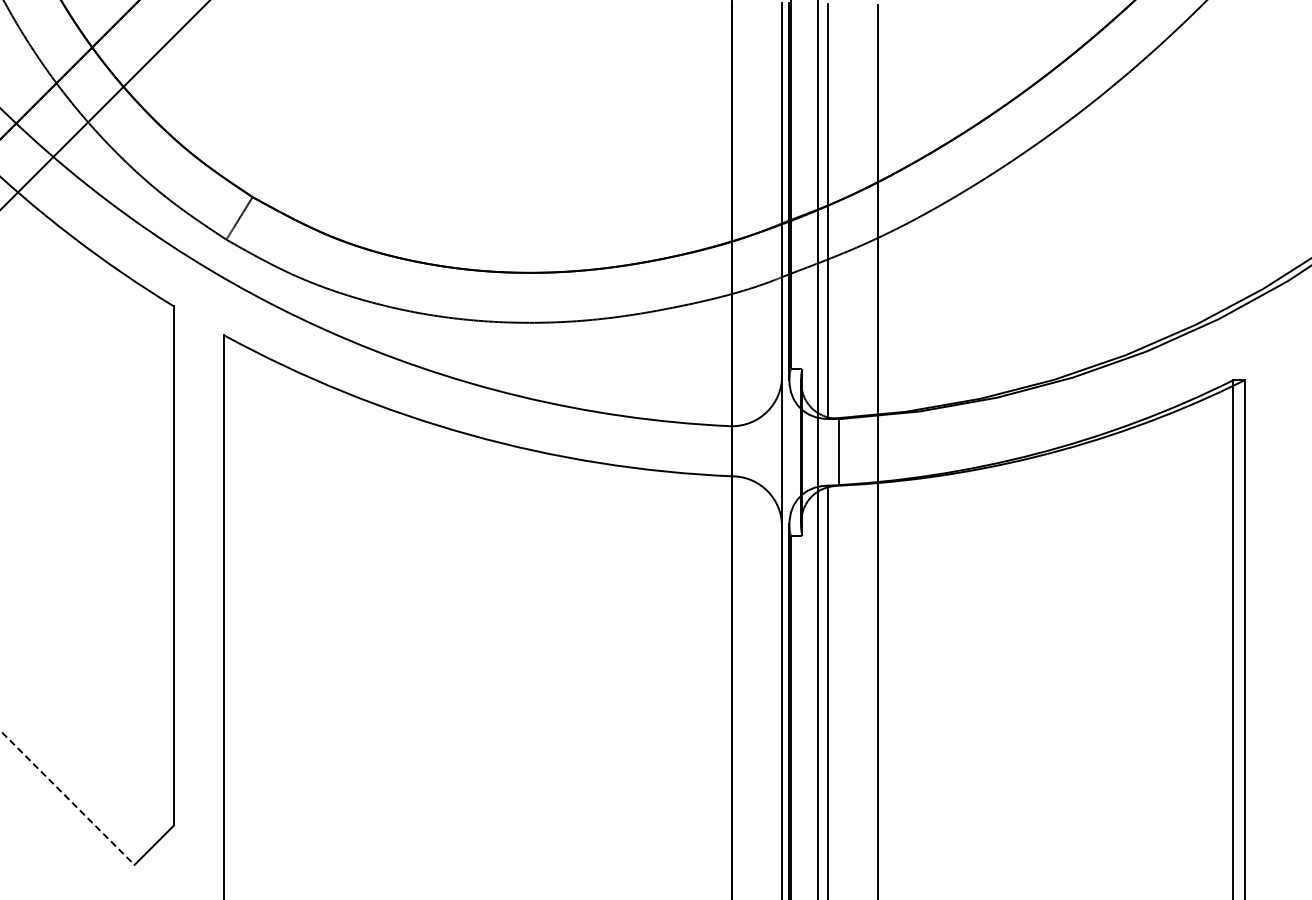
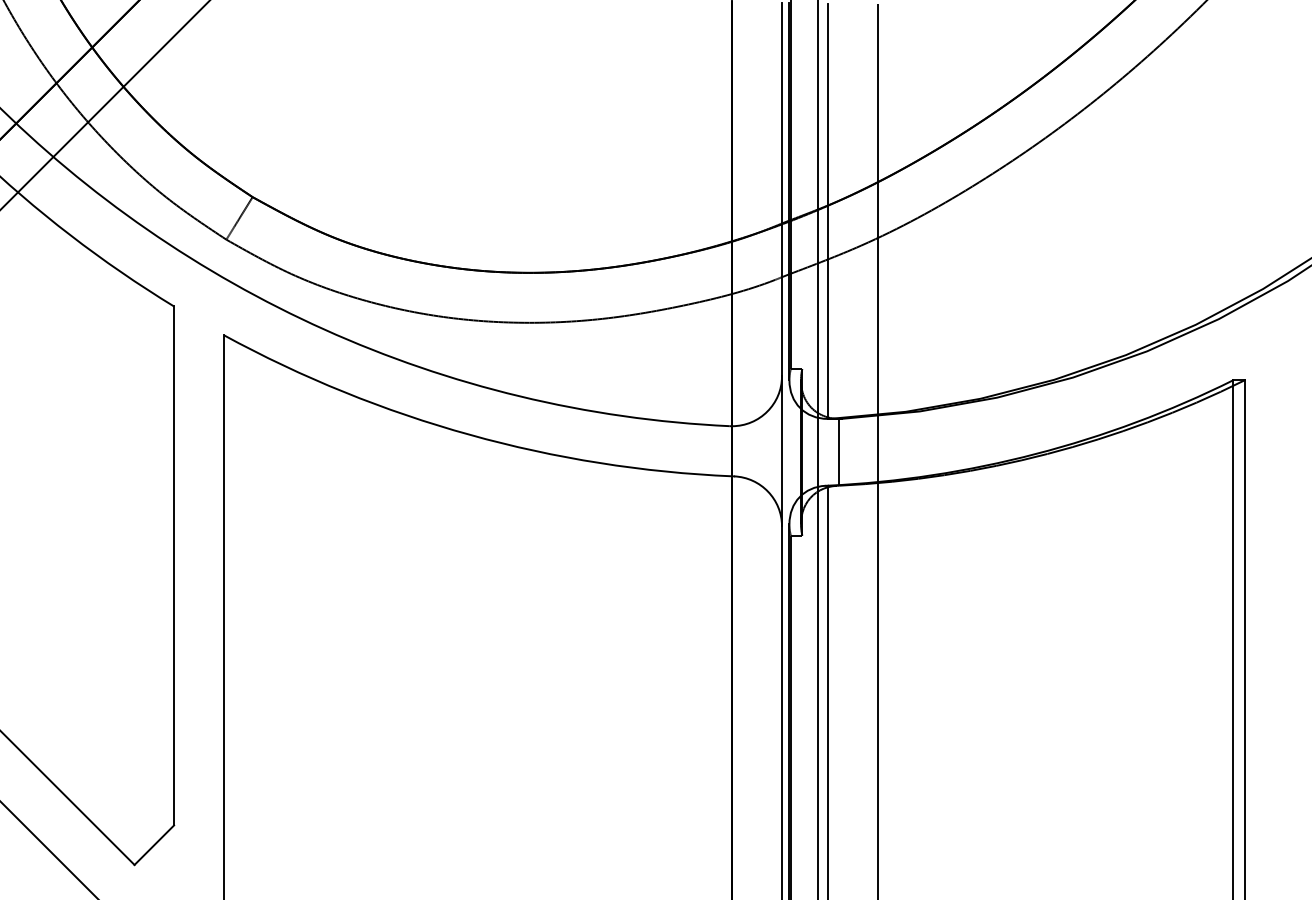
line at (67, 797): dashed -> solid
line at (48, 849): none -> present
